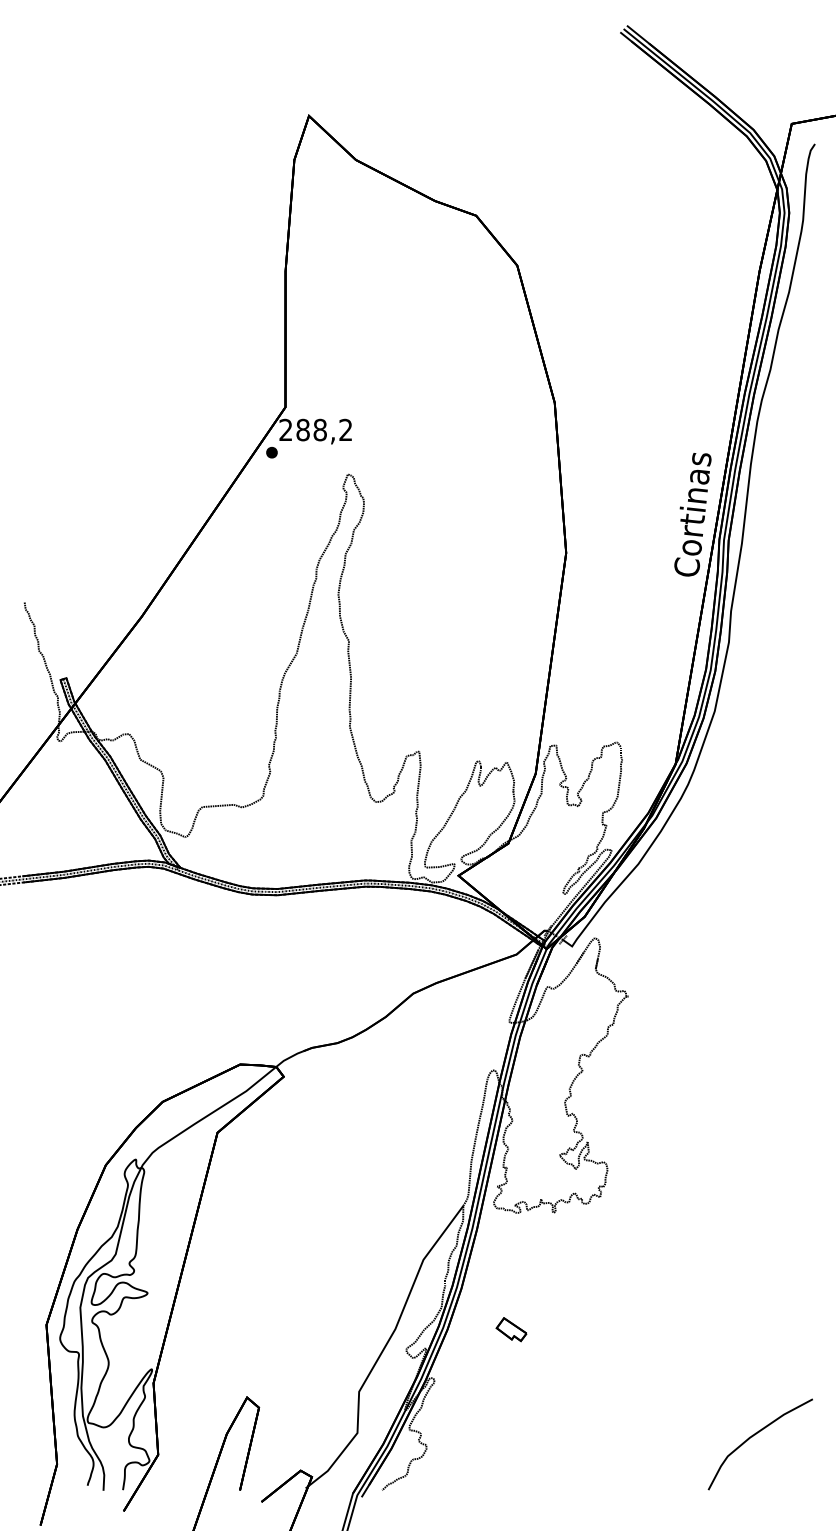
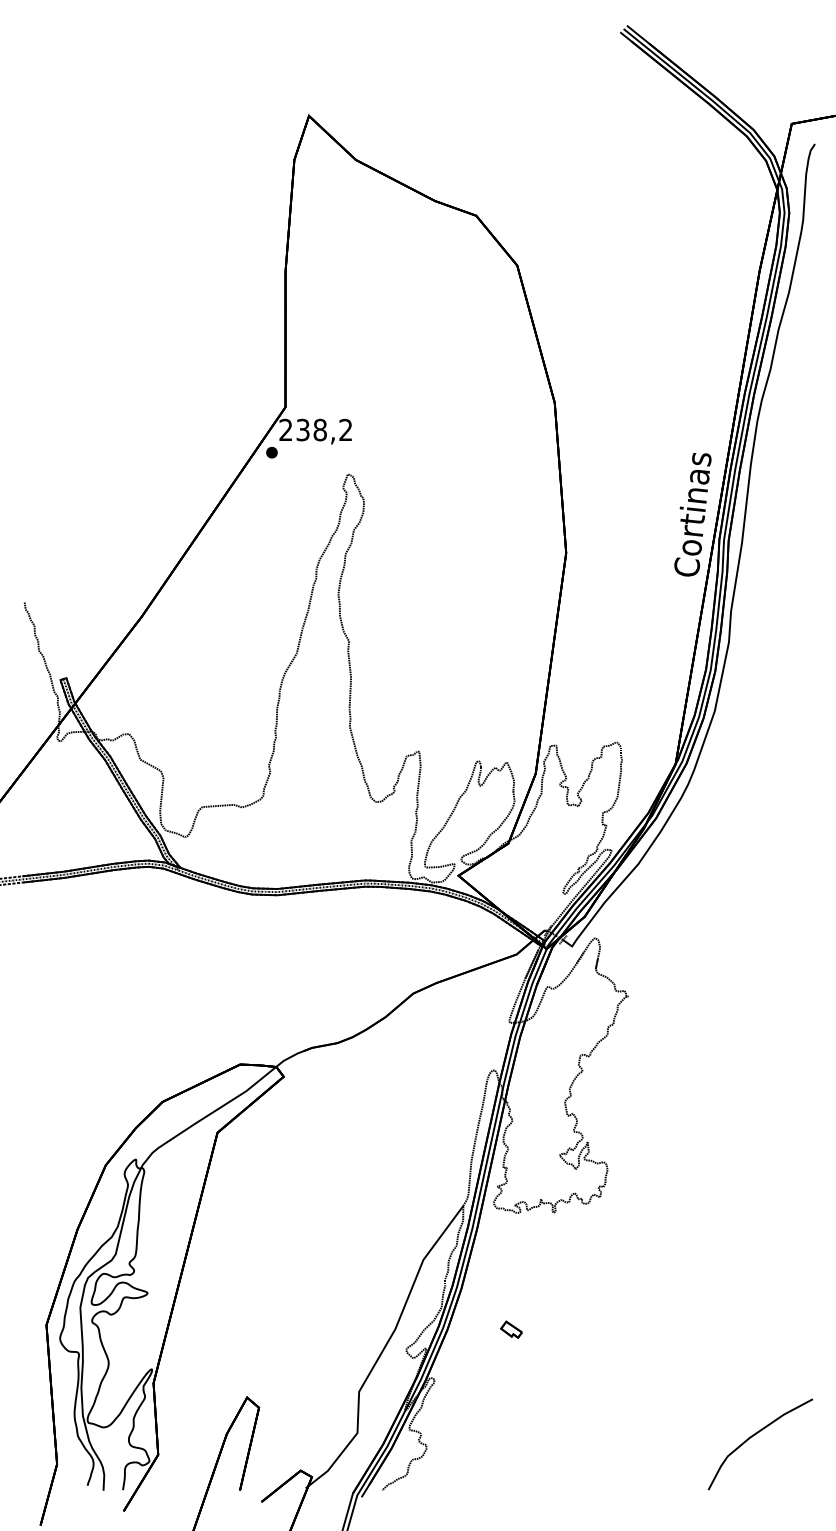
text at (302, 429): 288,2 -> 238,2
part at (511, 1329) size: 33x26 px -> 23x19 px
